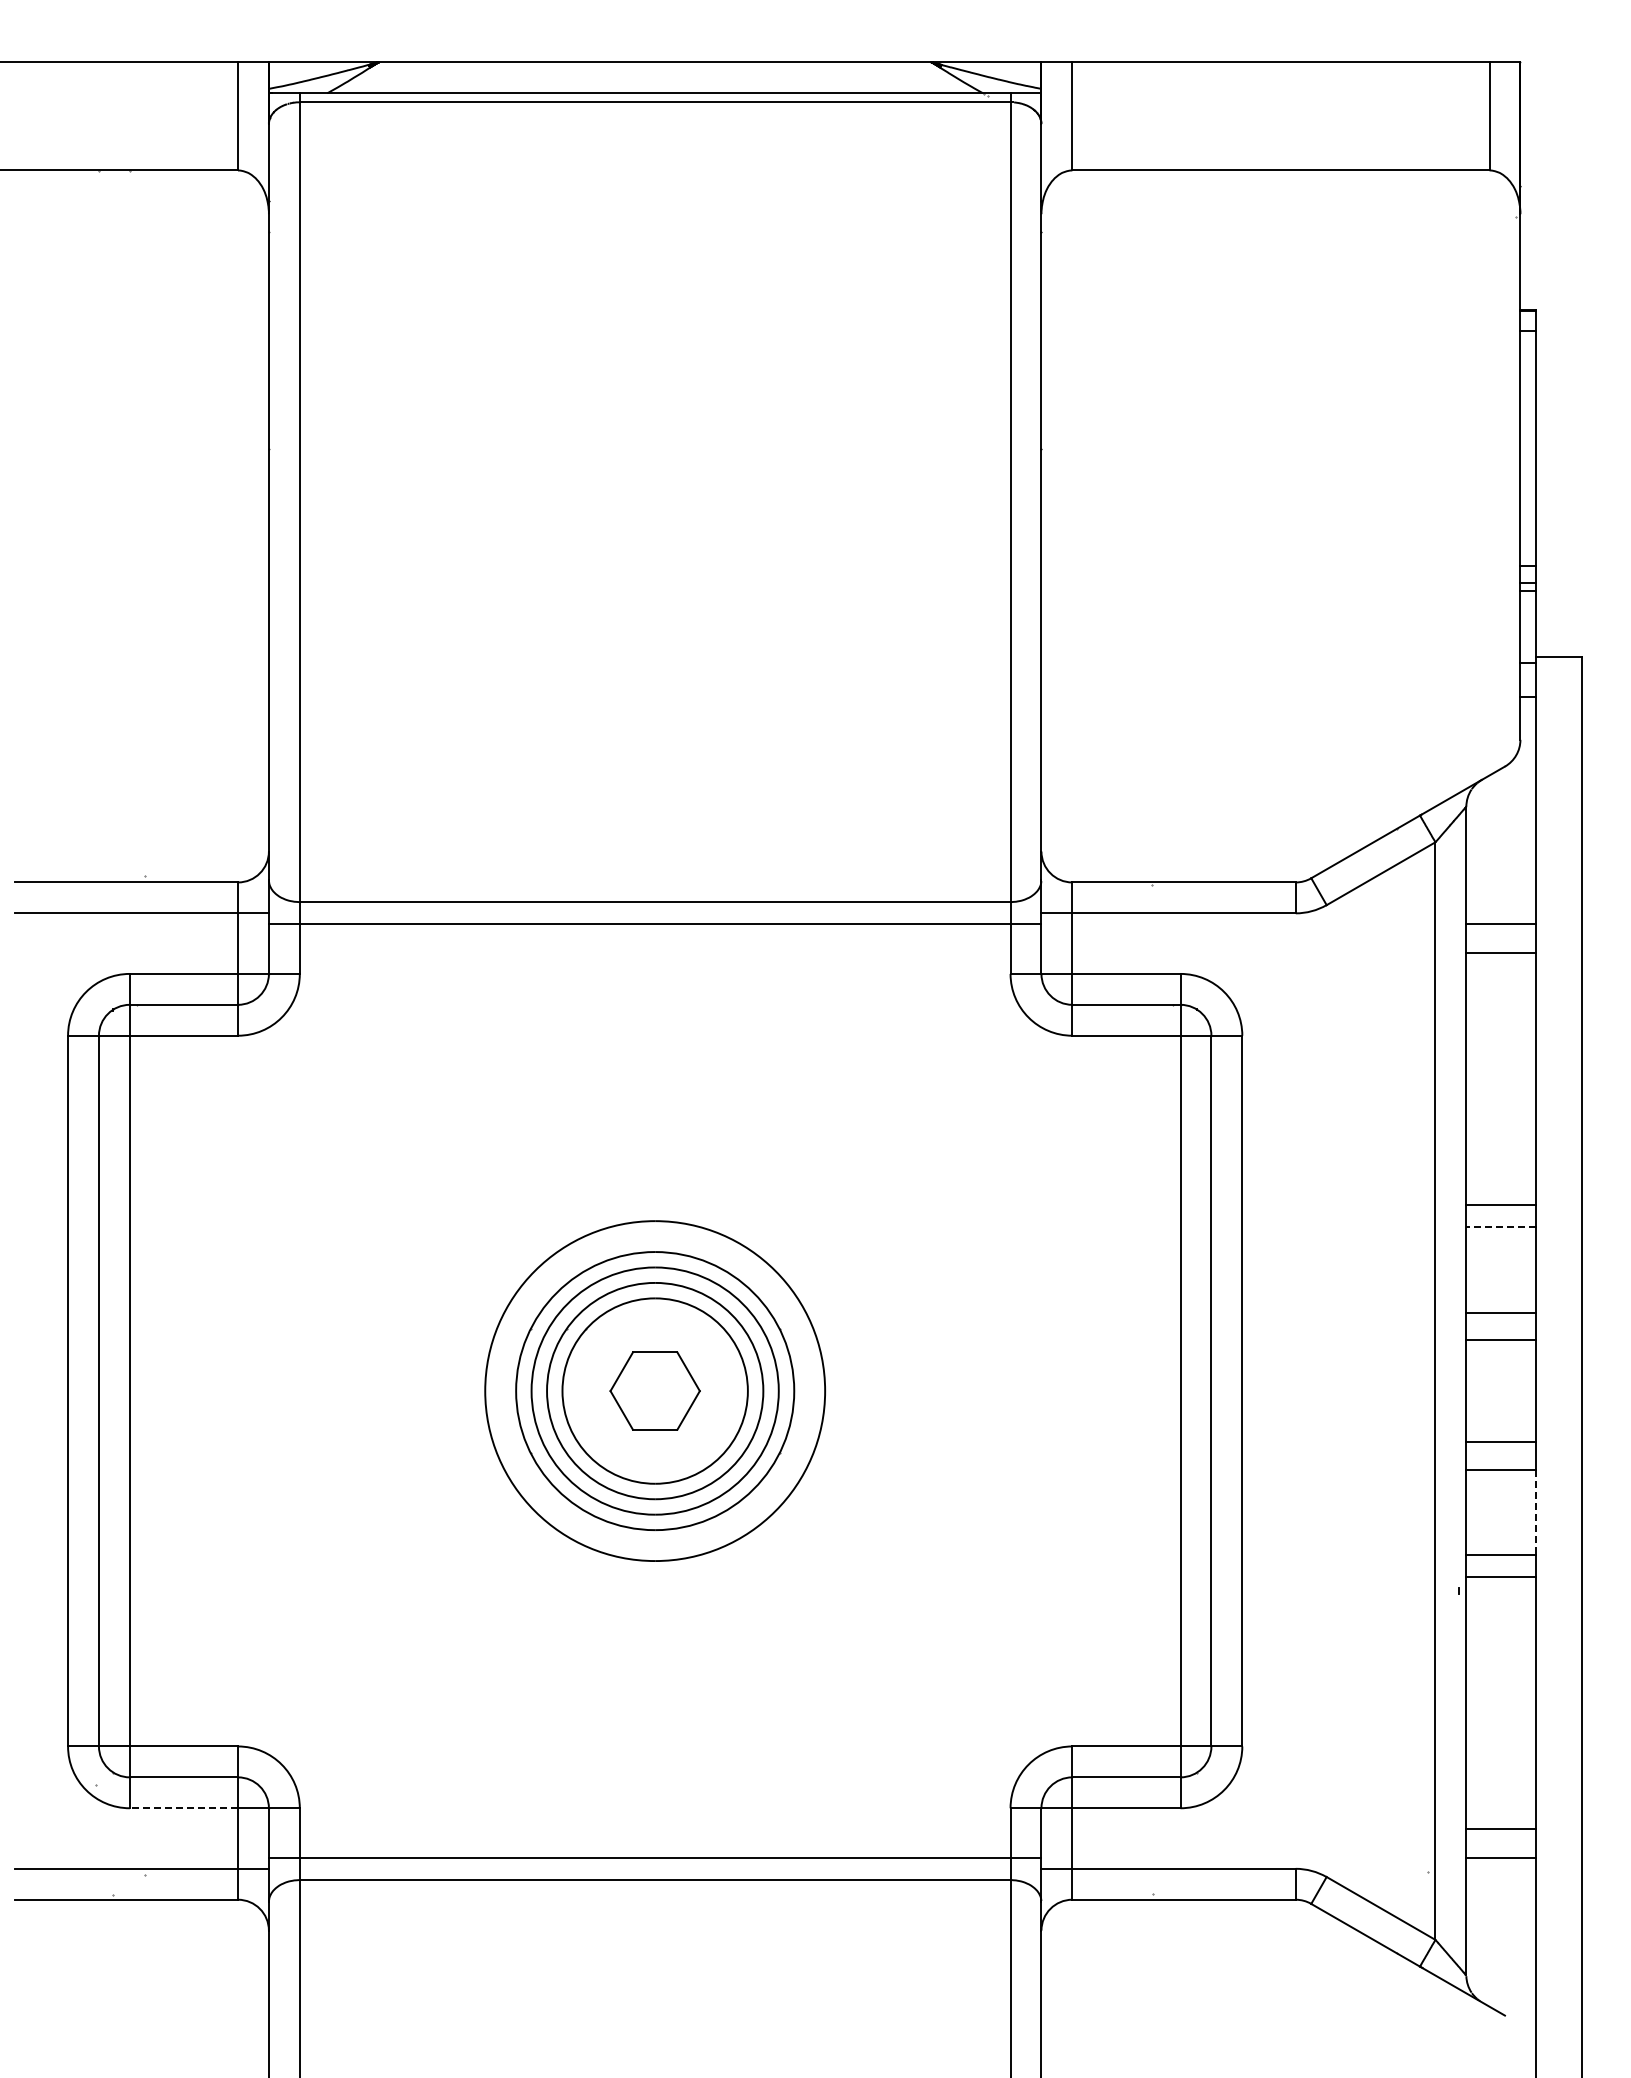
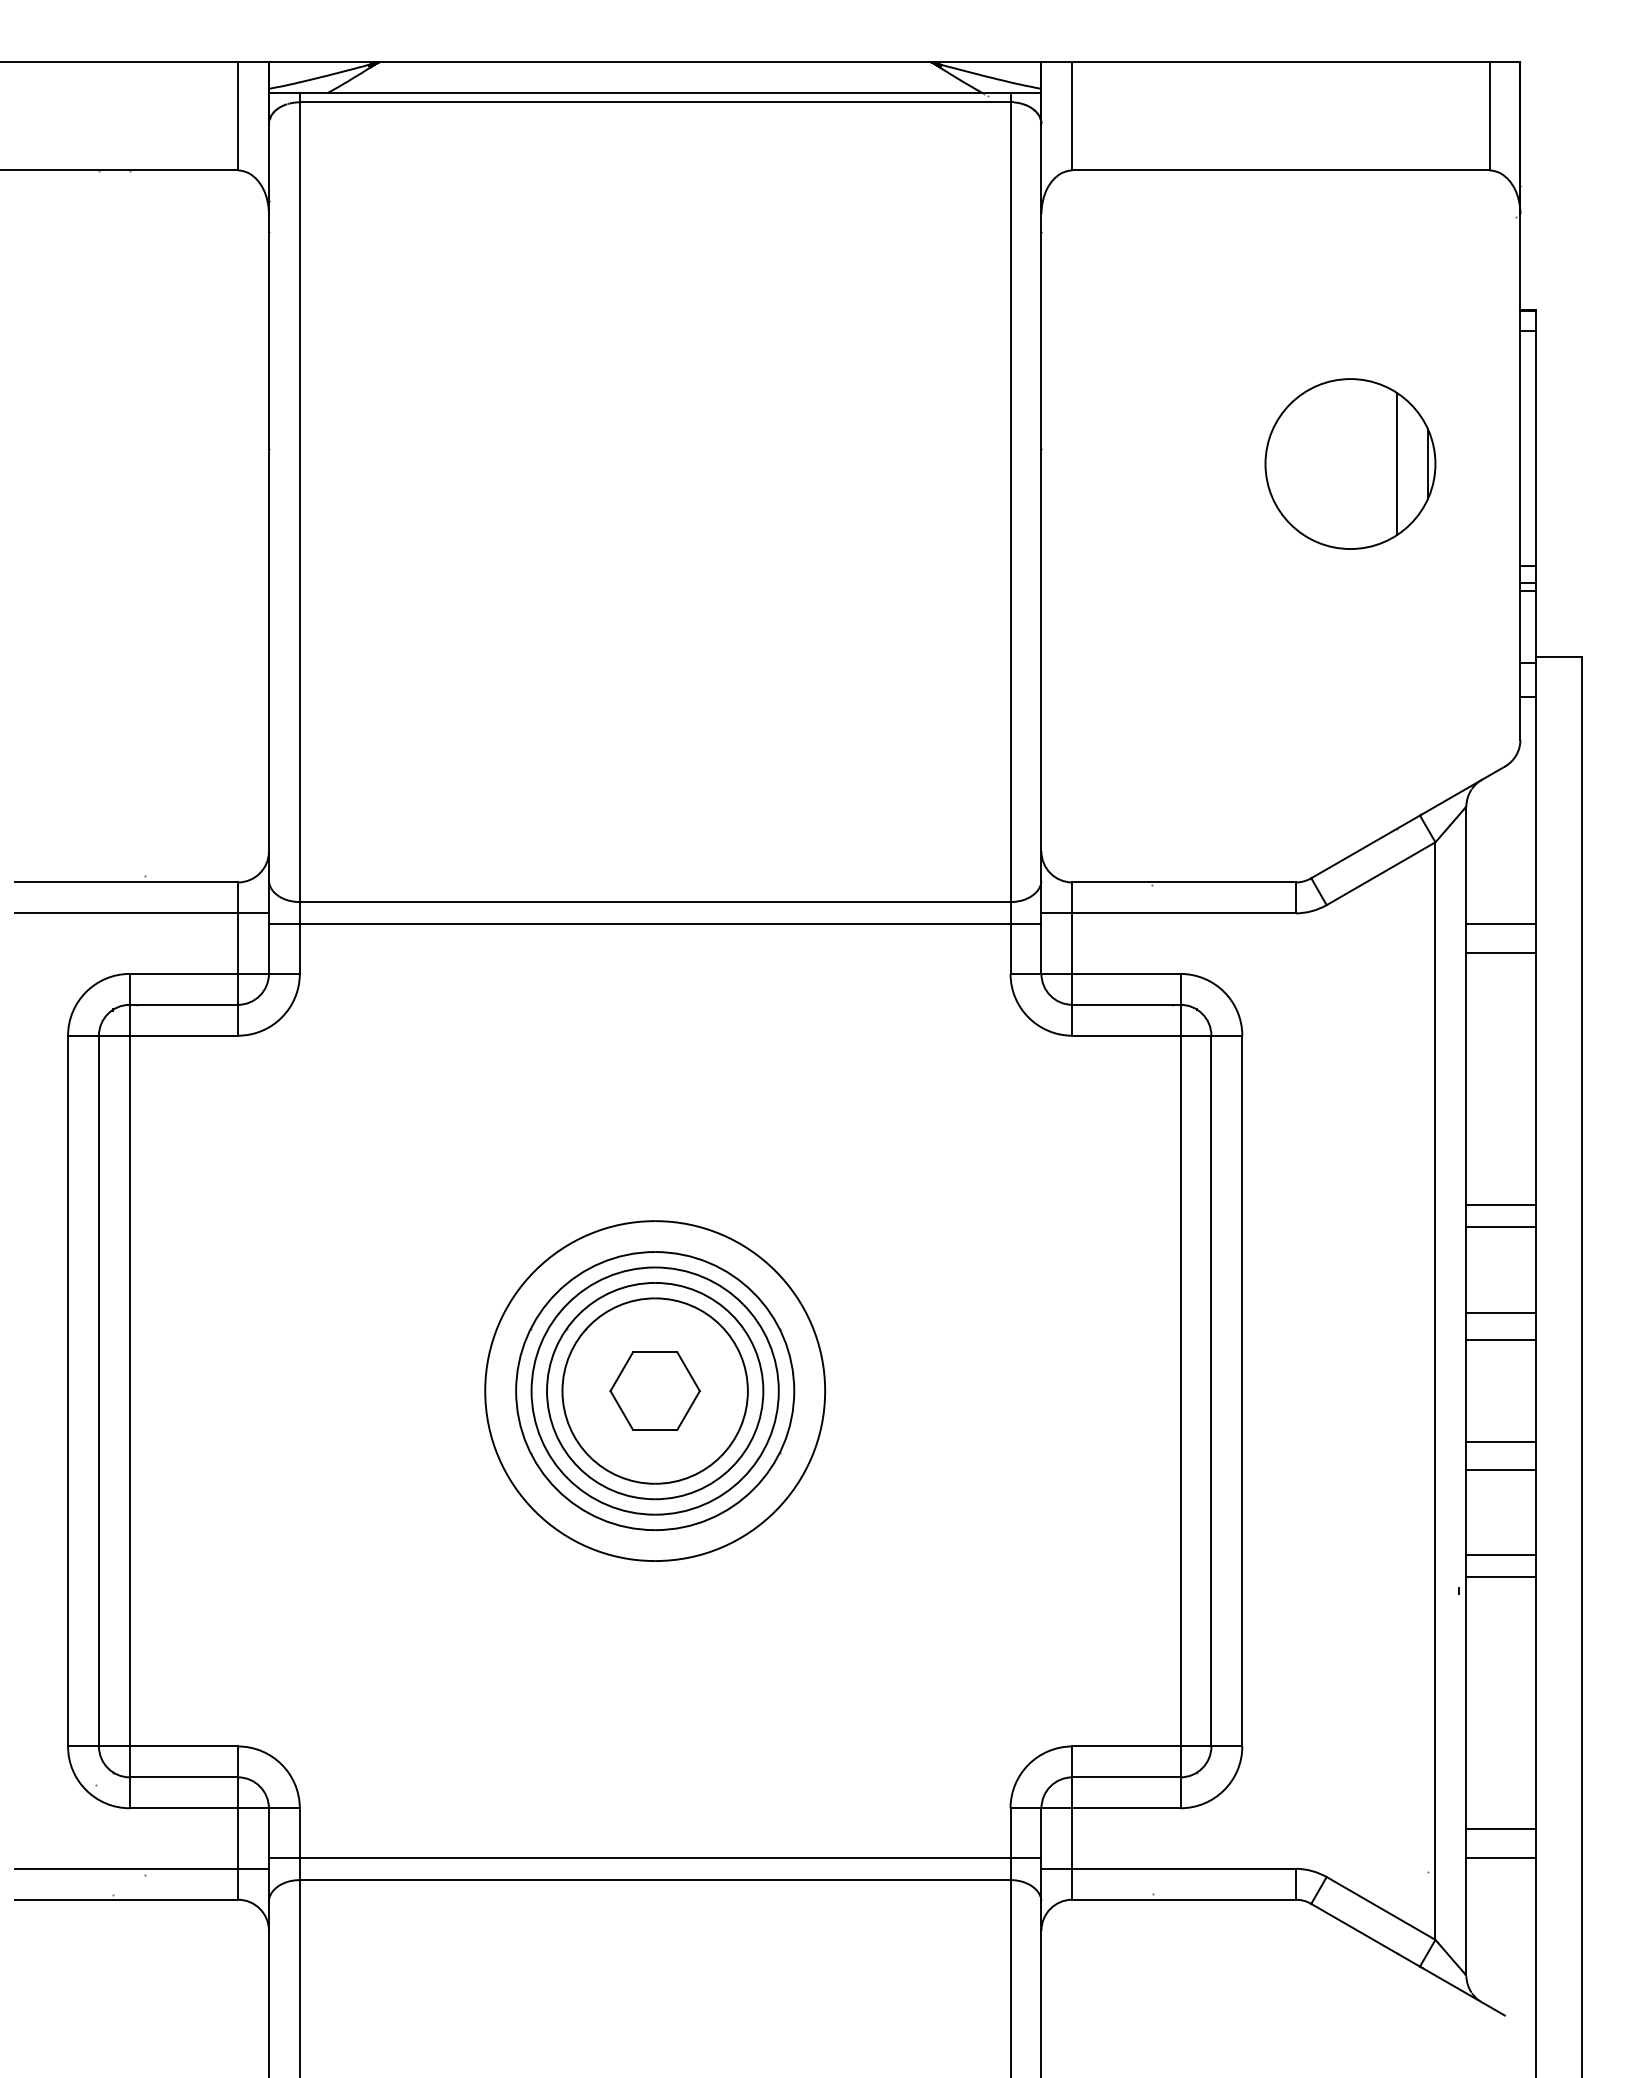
part at (1350, 463): none -> present
line at (1501, 1227): dashed -> solid
line at (1535, 1512): dashed -> solid
line at (183, 1808): dashed -> solid
